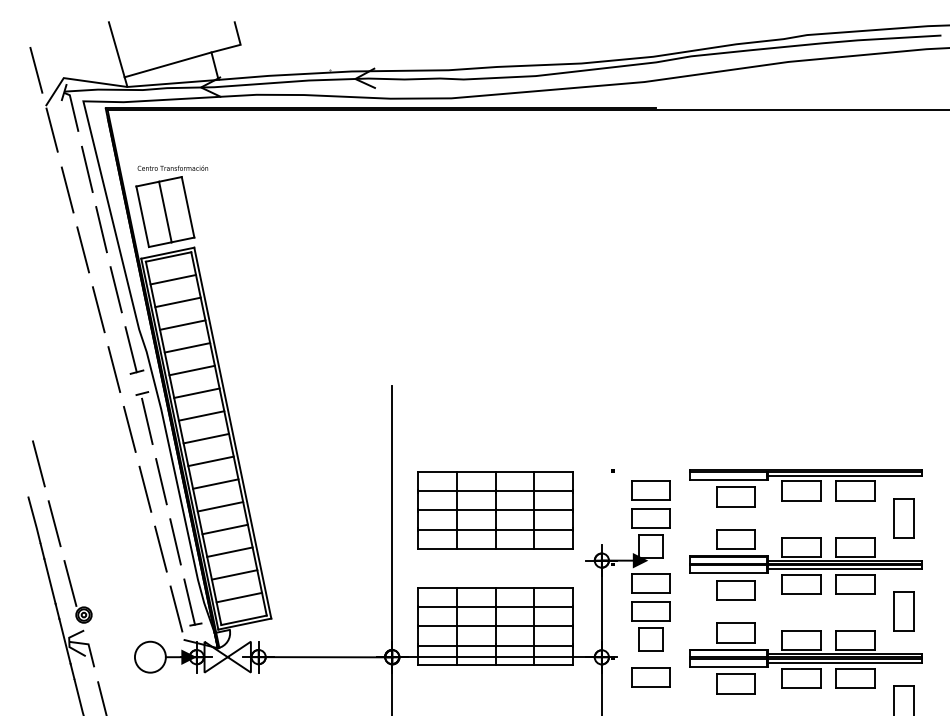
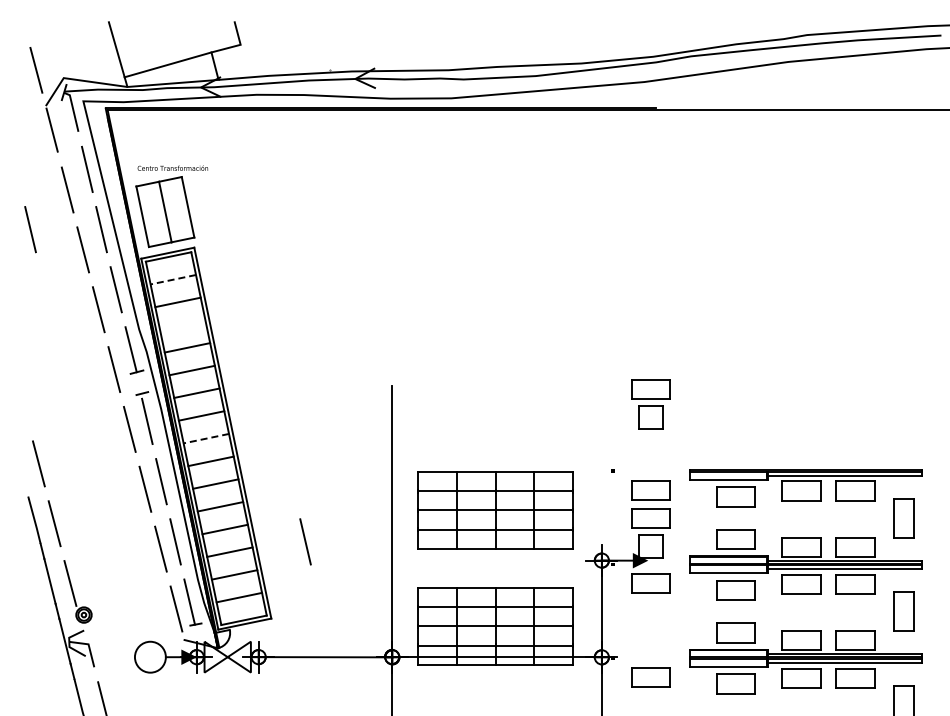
line at (30, 229): none -> present
line at (172, 279): solid -> dashed
line at (182, 324): present -> none
line at (205, 438): solid -> dashed
line at (305, 541): none -> present
part at (650, 626) position: (650, 626) -> (650, 404)
